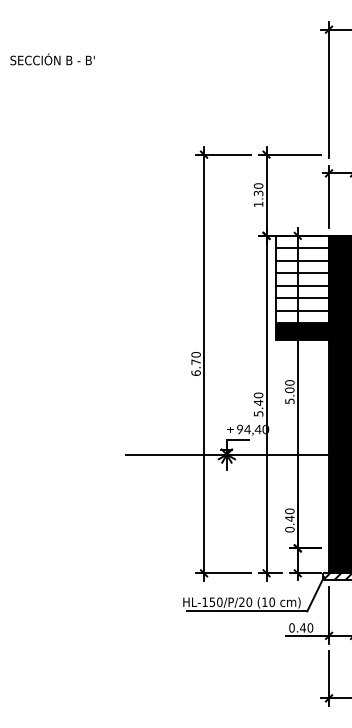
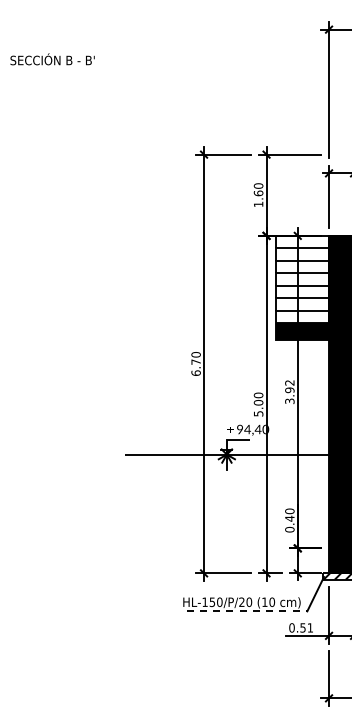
text at (258, 193): 1.30 -> 1.60
text at (289, 391): 5.00 -> 3.92
text at (258, 402): 5.40 -> 5.00
line at (247, 611): solid -> dashed
text at (306, 627): 0.40 -> 0.51
